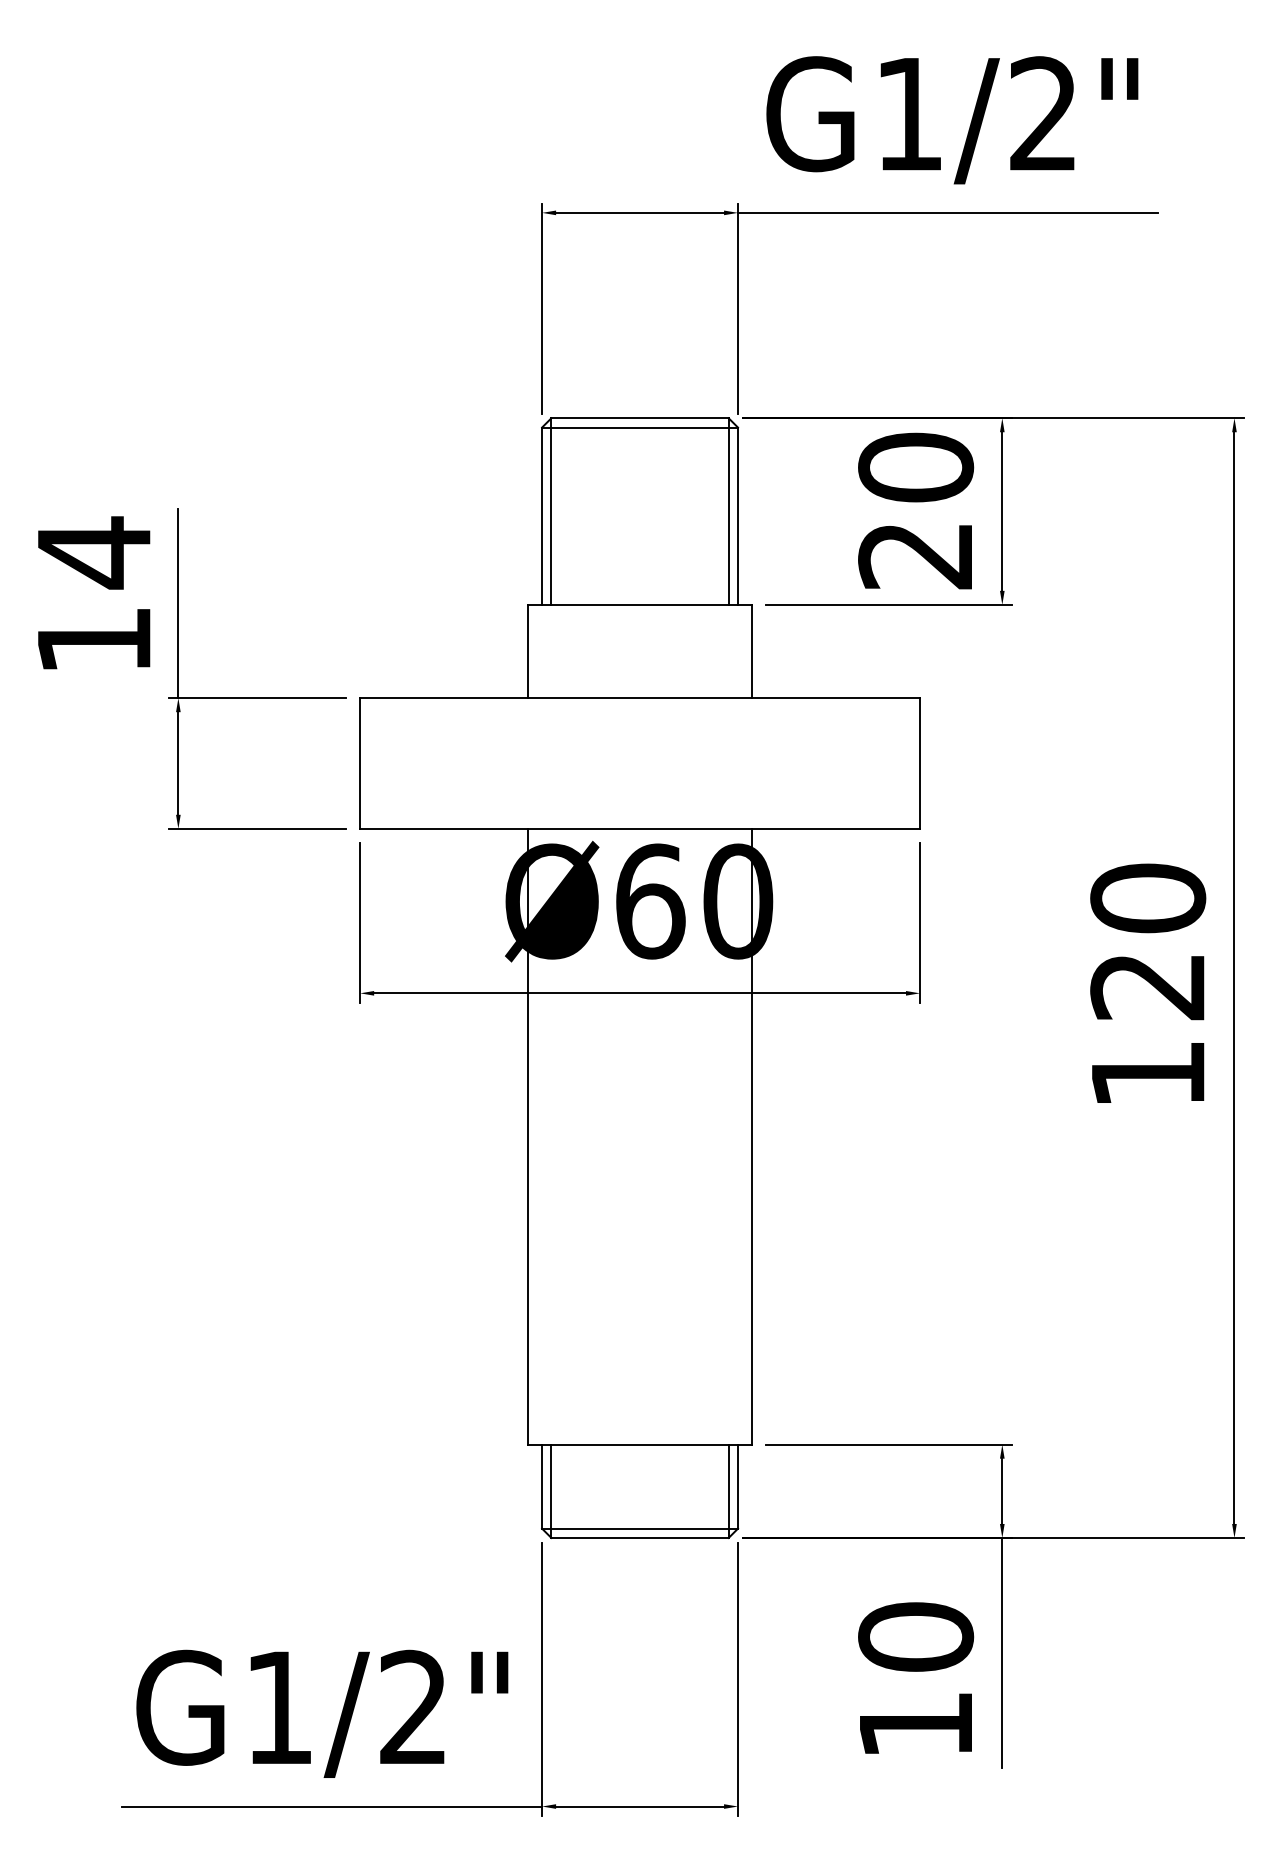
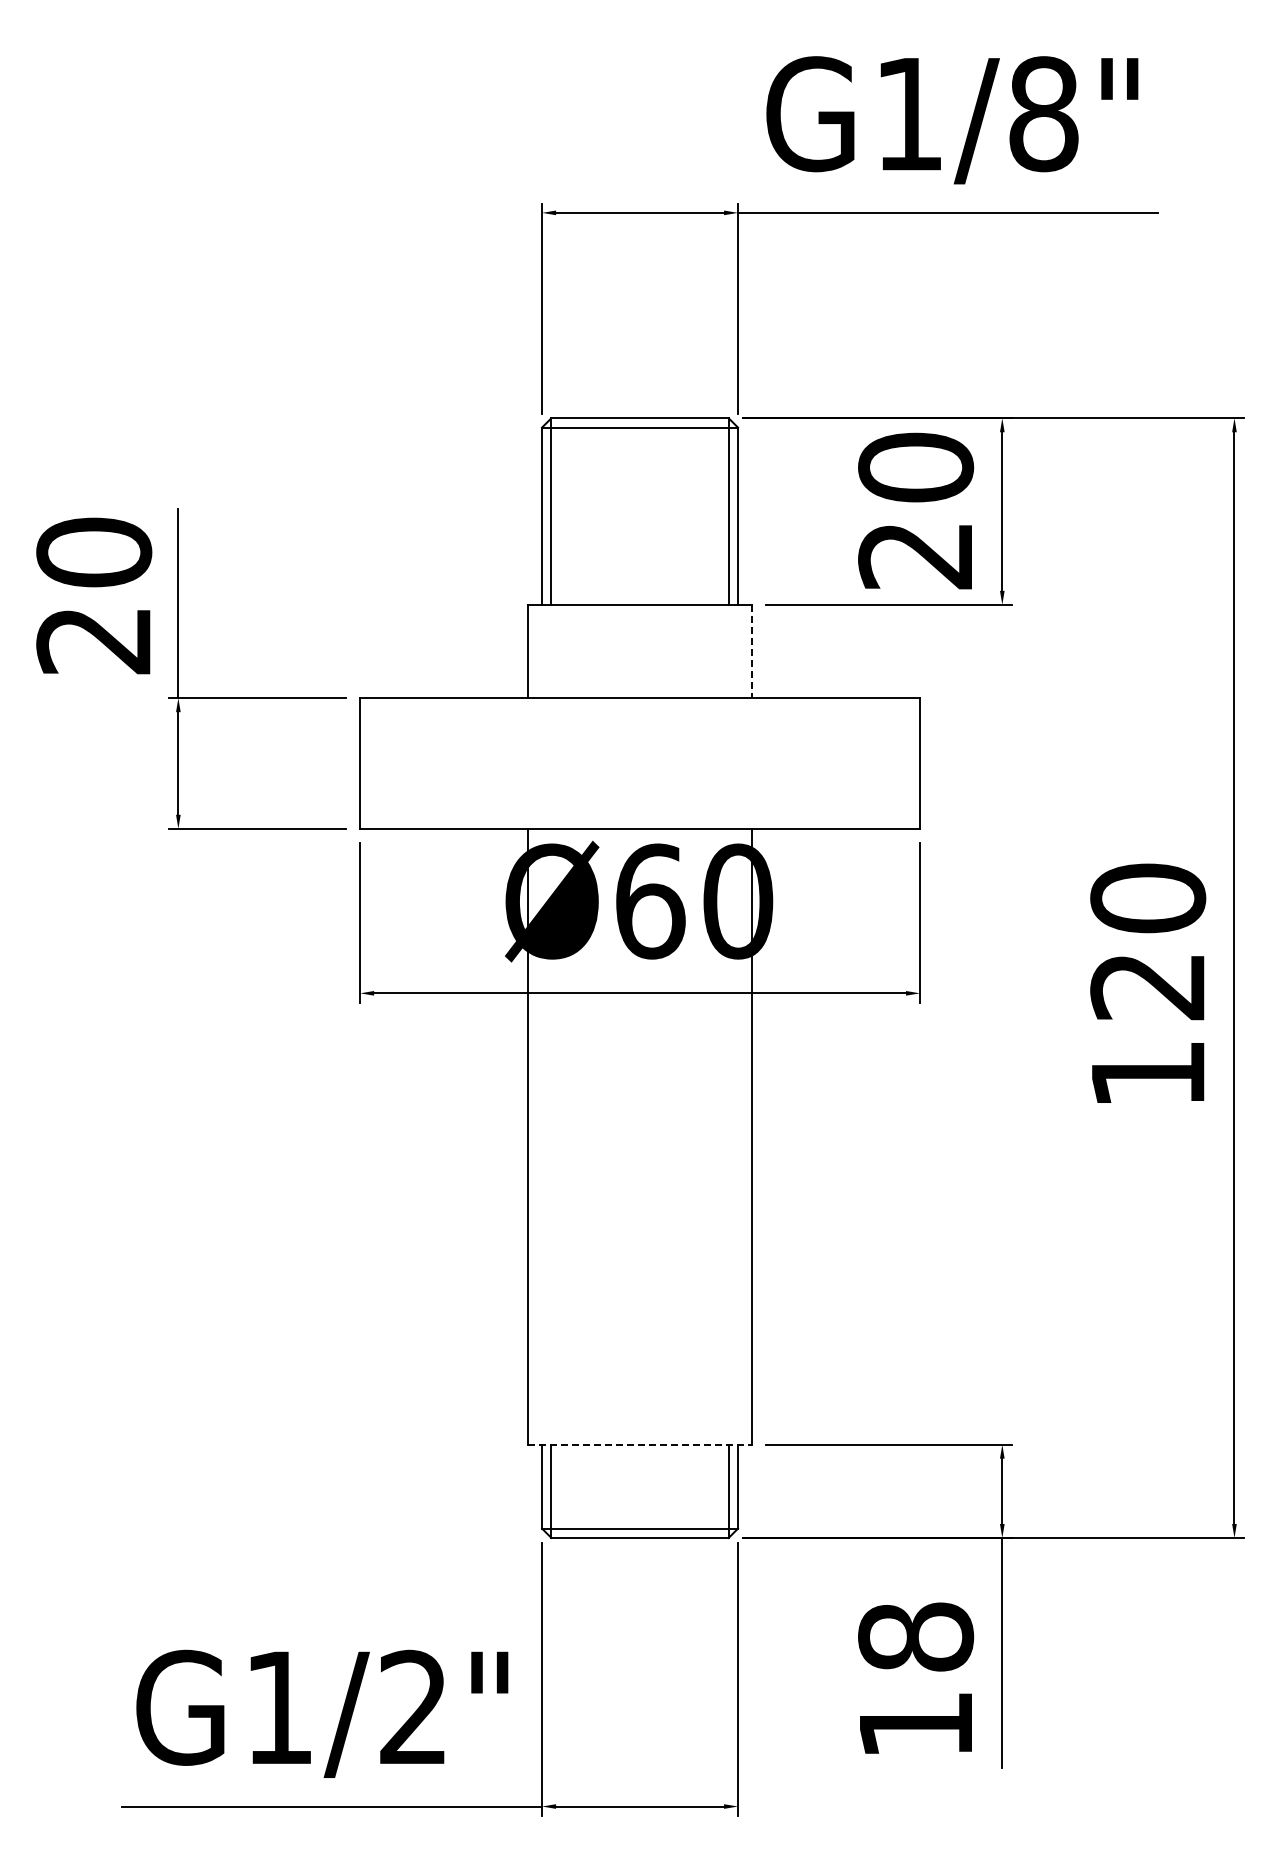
text at (1043, 114): G1/2" -> G1/8"
text at (94, 595): 14 -> 20
line at (752, 651): solid -> dashed
line at (640, 1444): solid -> dashed
text at (915, 1636): 10 -> 18
